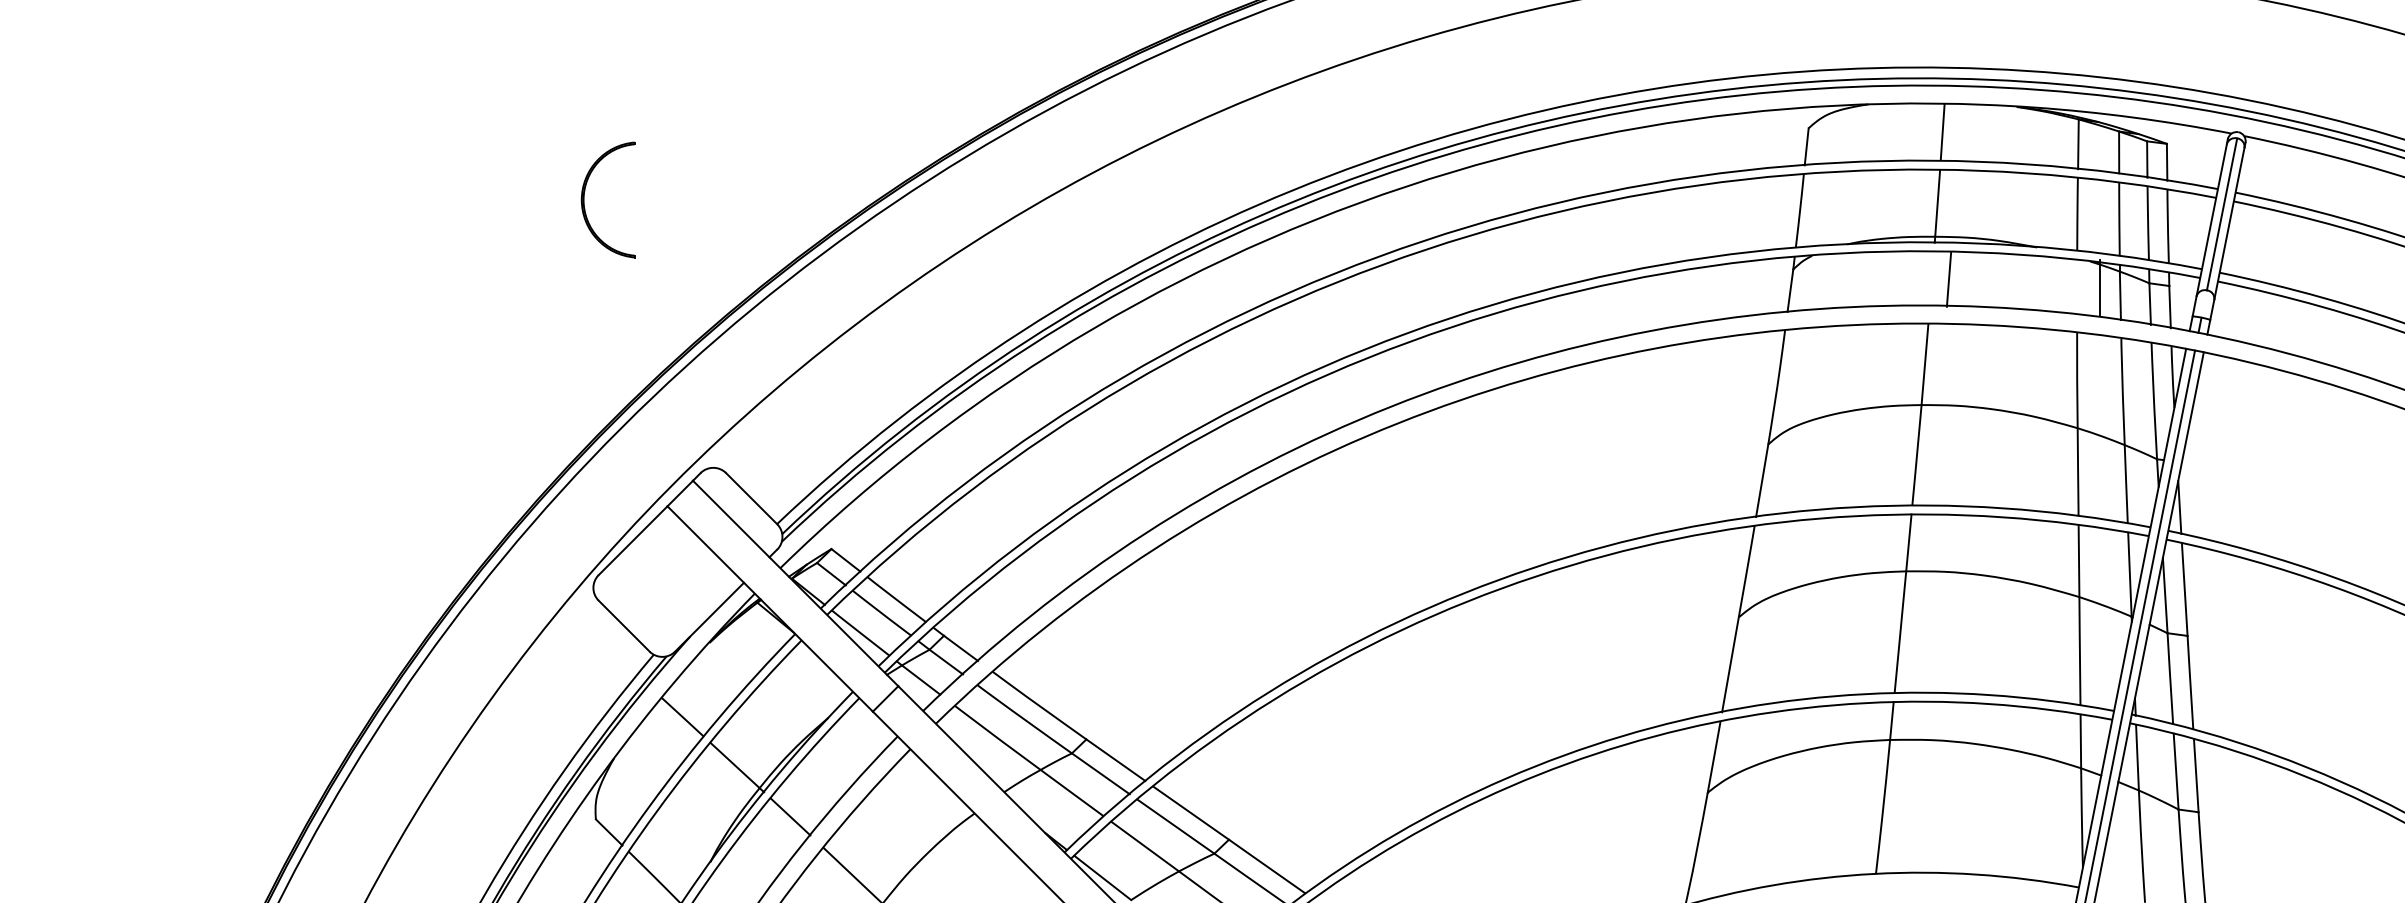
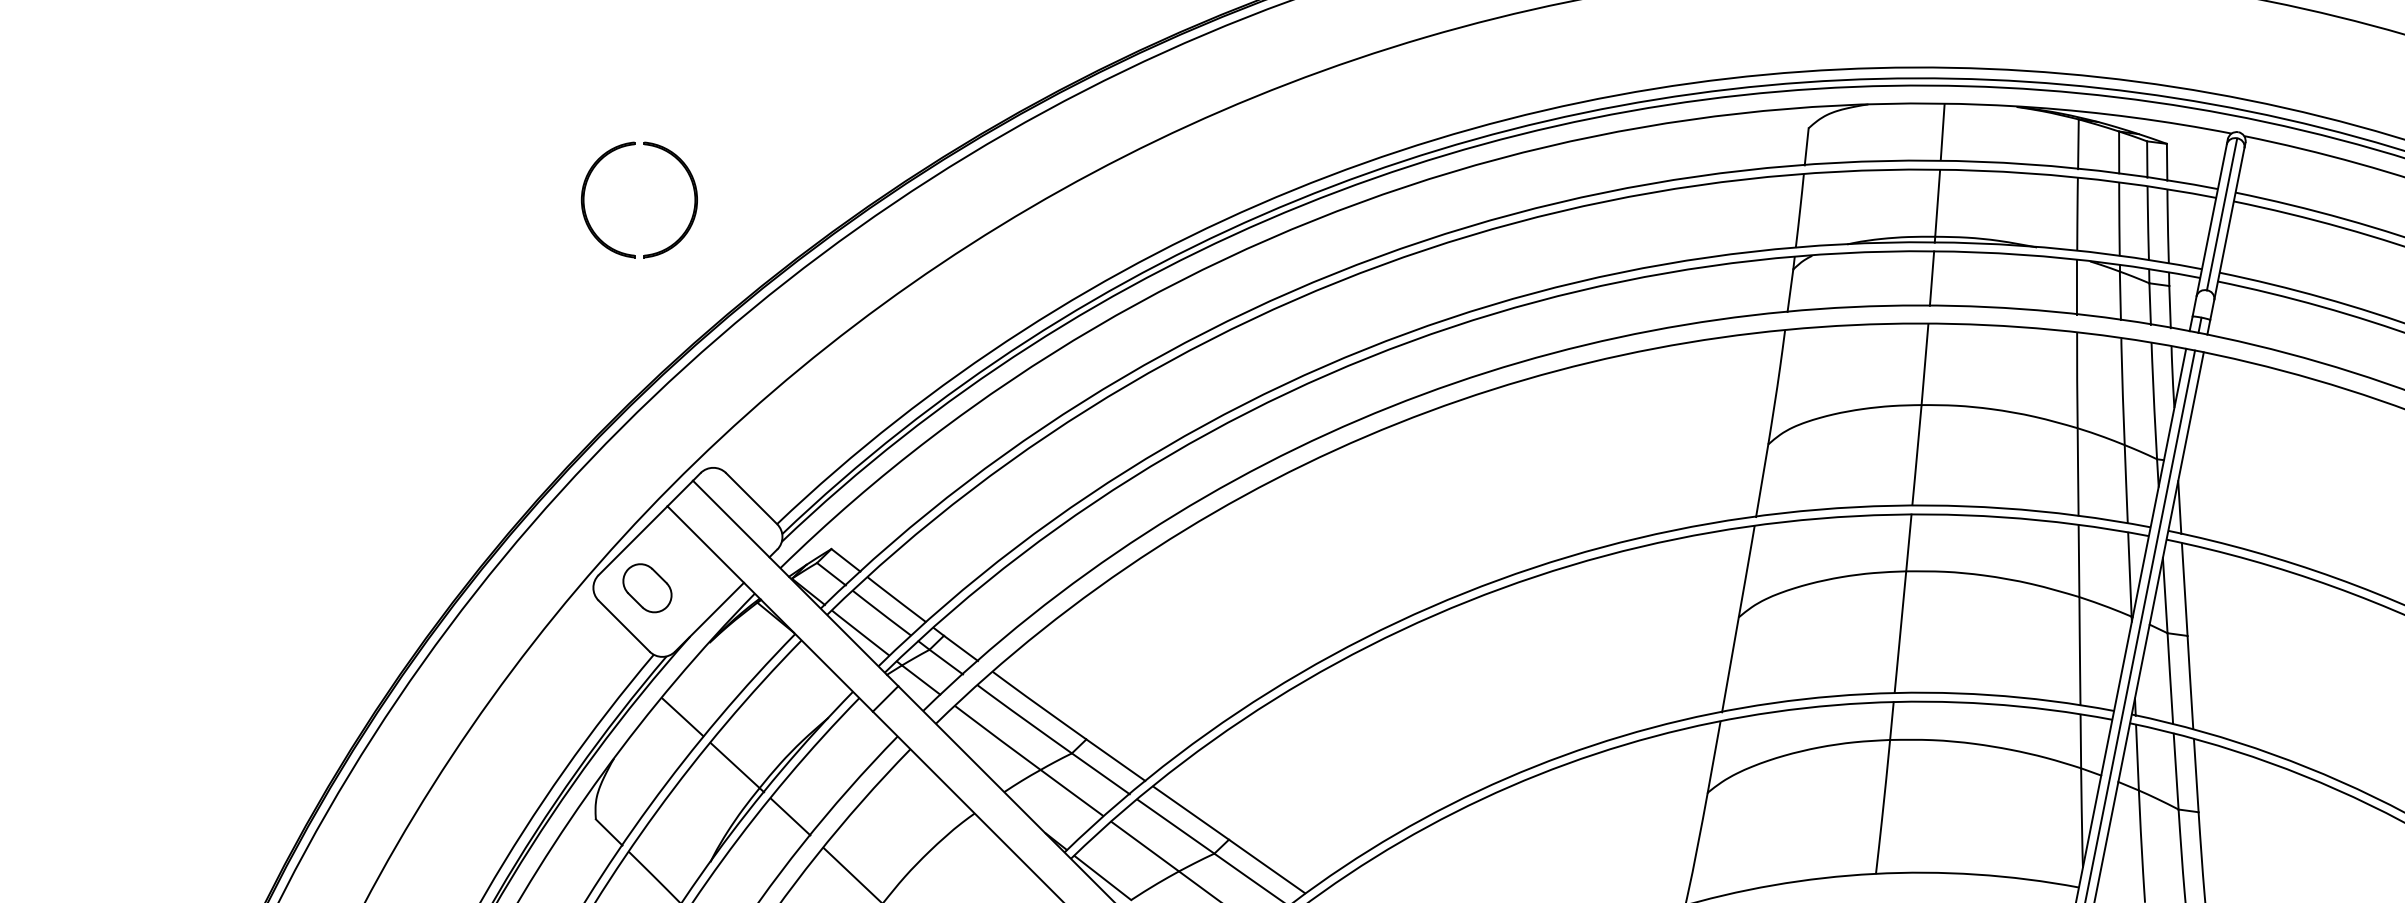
part at (694, 199): none -> present
line at (1948, 279) position: (1948, 279) -> (1931, 278)
line at (2100, 287) position: (2100, 287) -> (2077, 287)
part at (647, 588): none -> present
